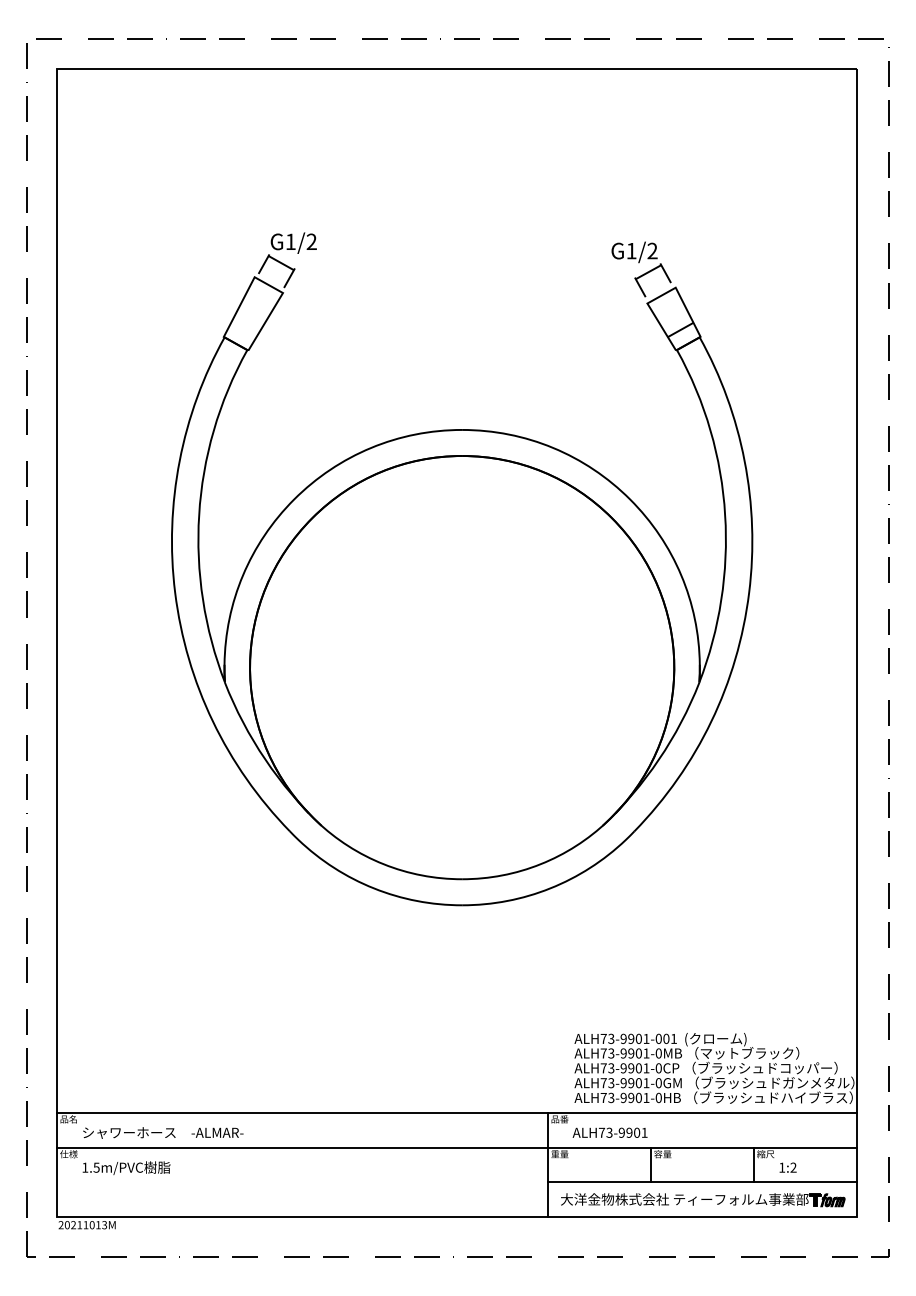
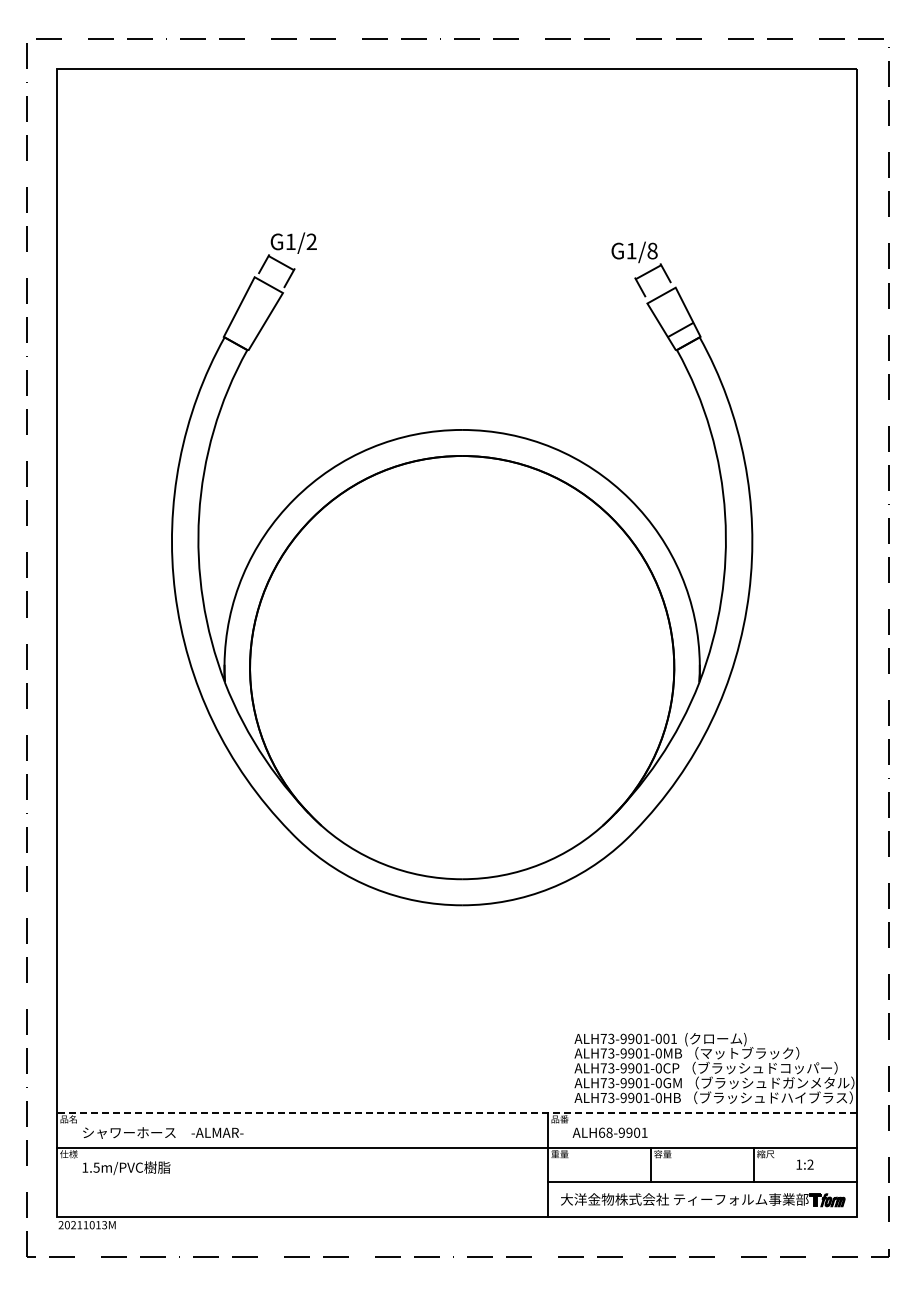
text at (652, 250): G1/2 -> G1/8
line at (456, 1112): solid -> dashed
text at (605, 1132): ALH73-9901 -> ALH68-9901
text at (787, 1167) position: (787, 1167) -> (804, 1164)
